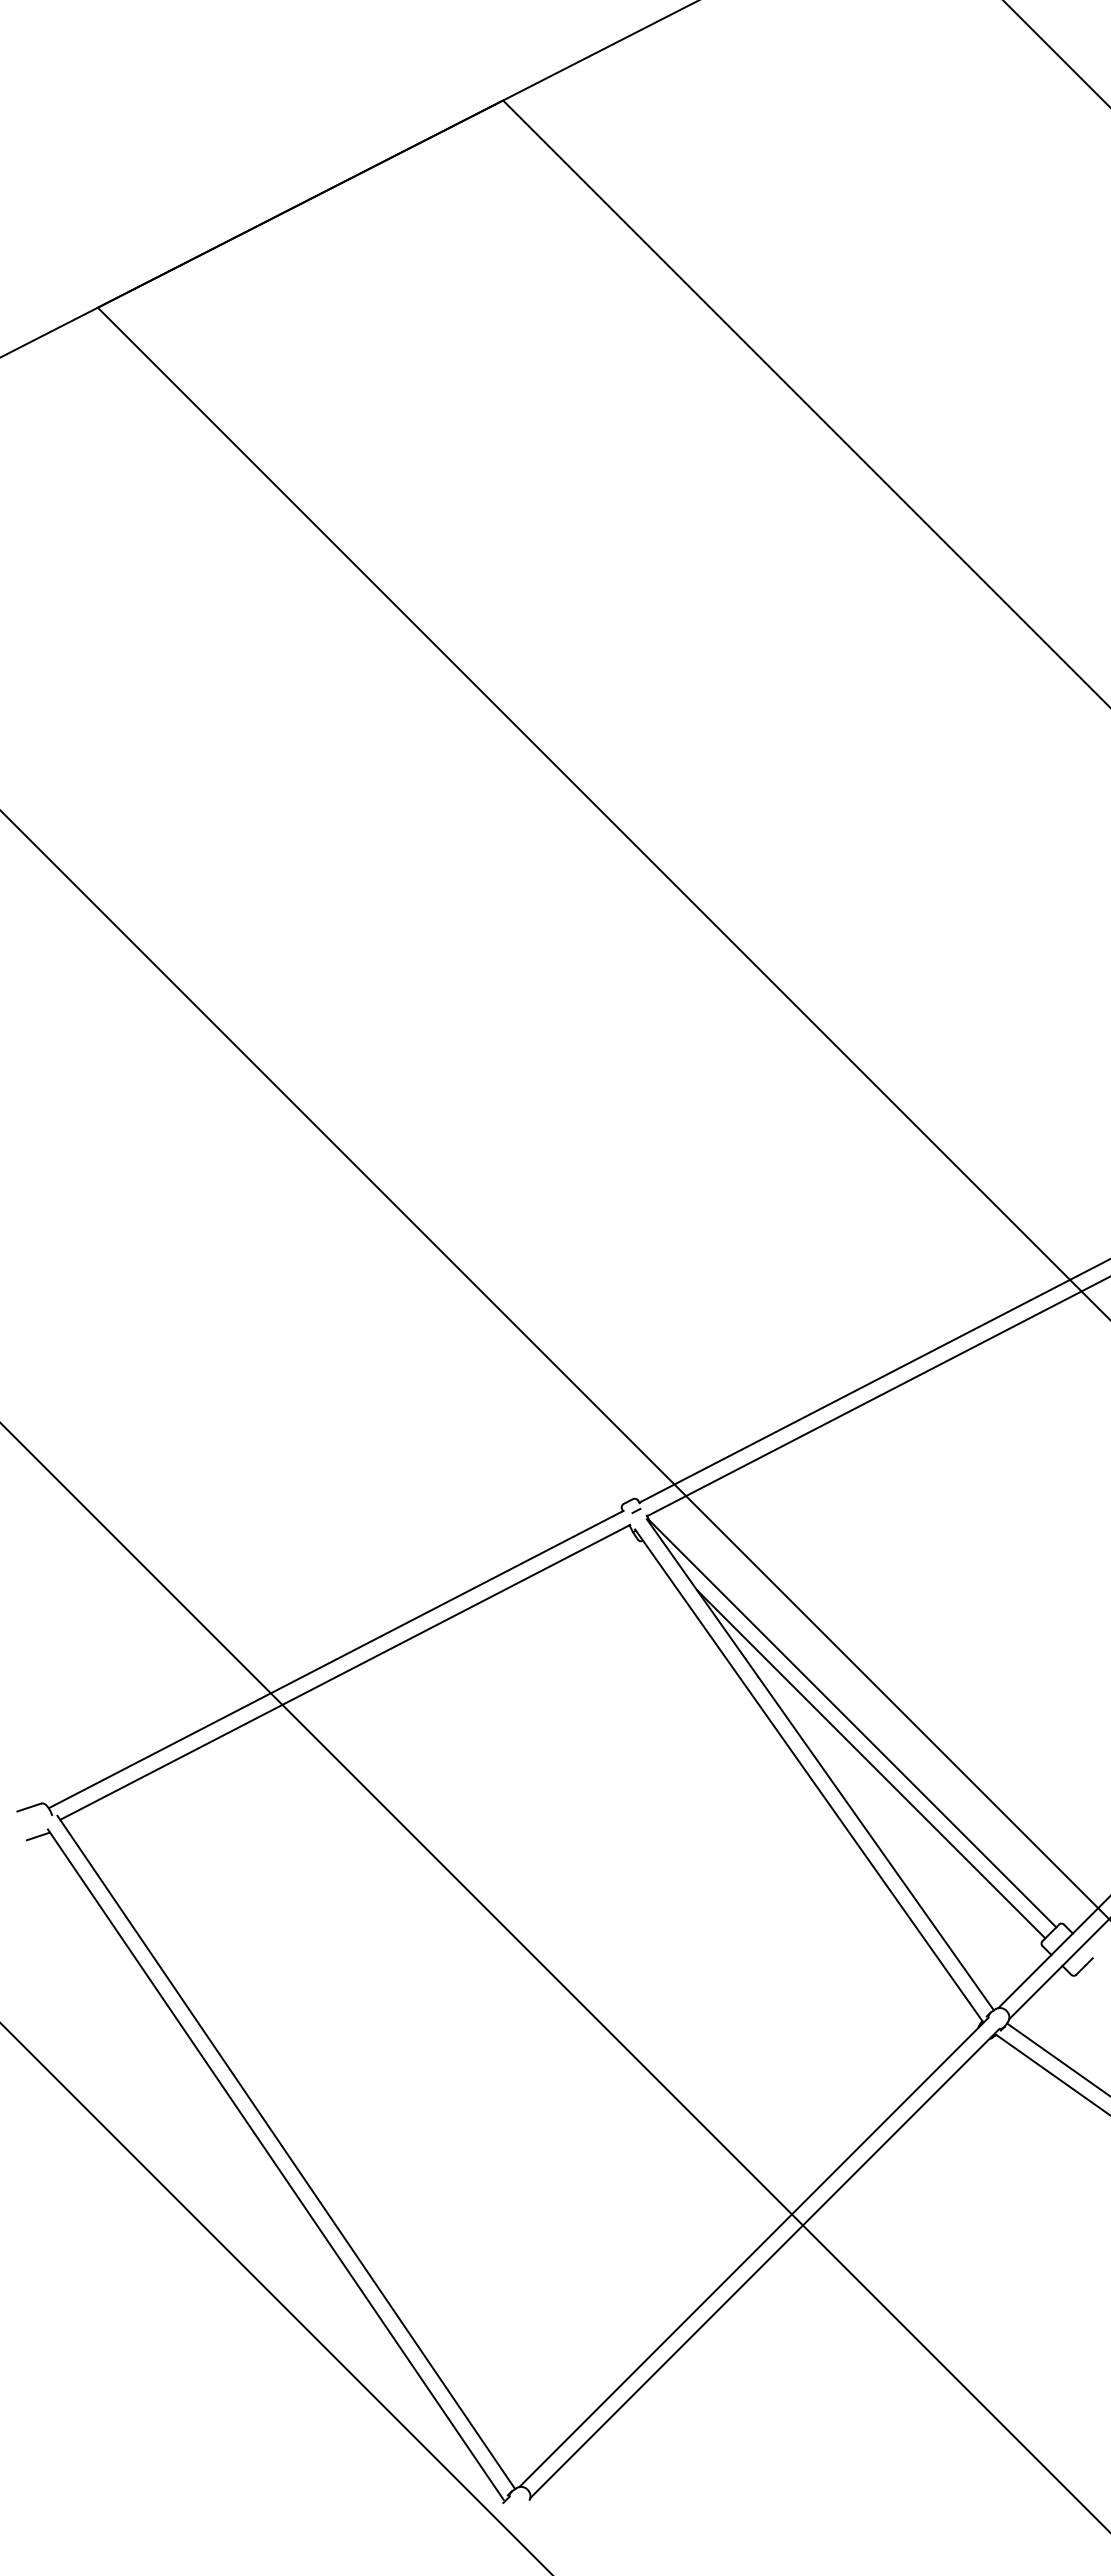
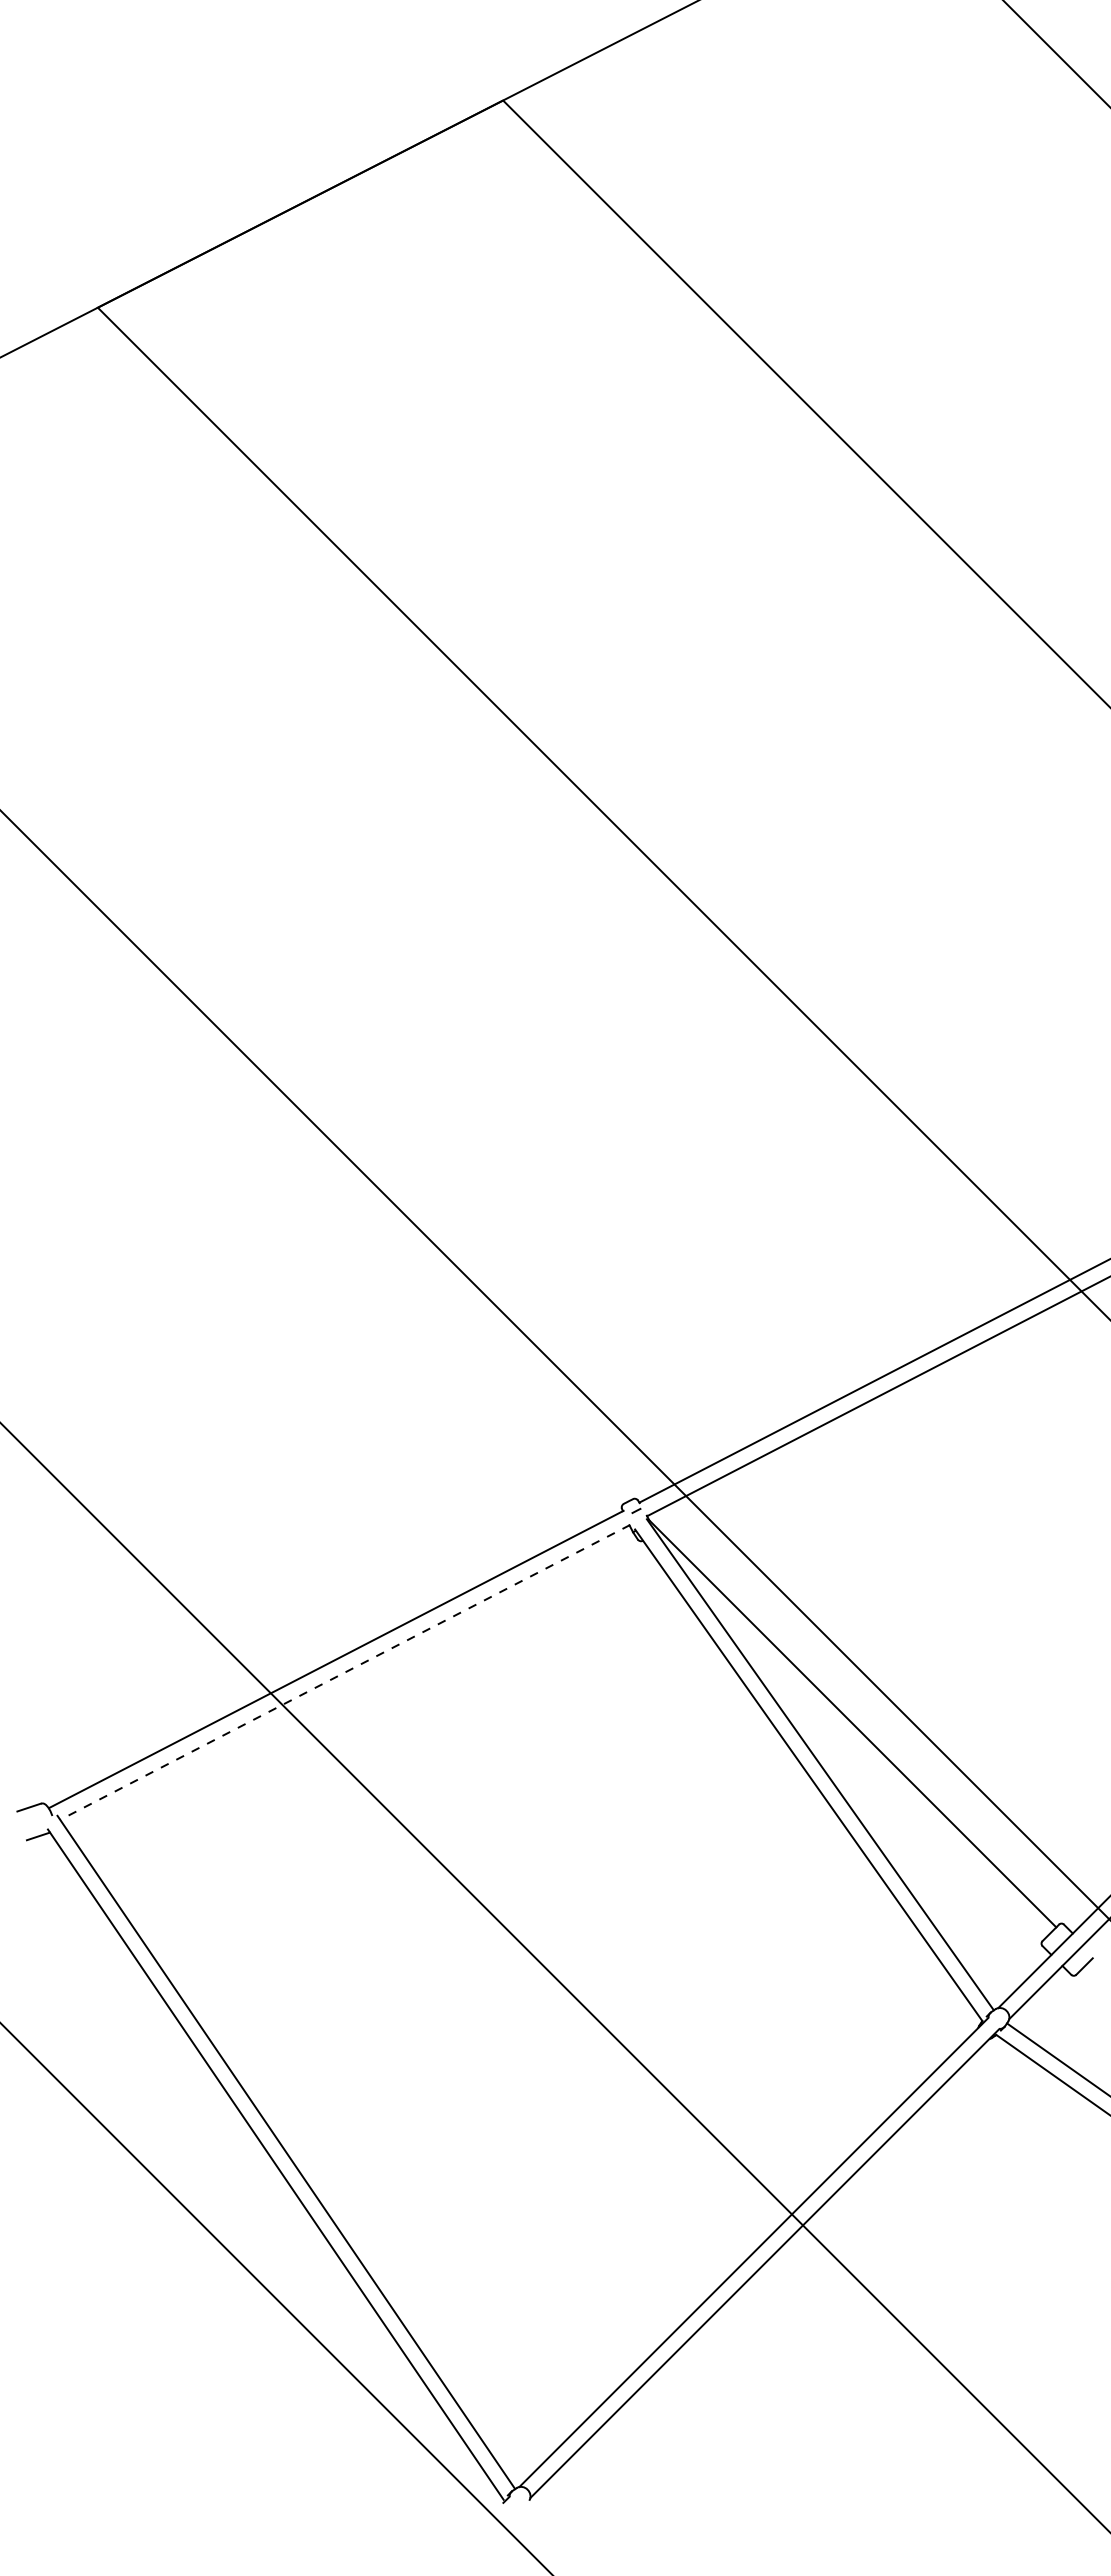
line at (345, 1672): solid -> dashed
line at (870, 1764): present -> none
